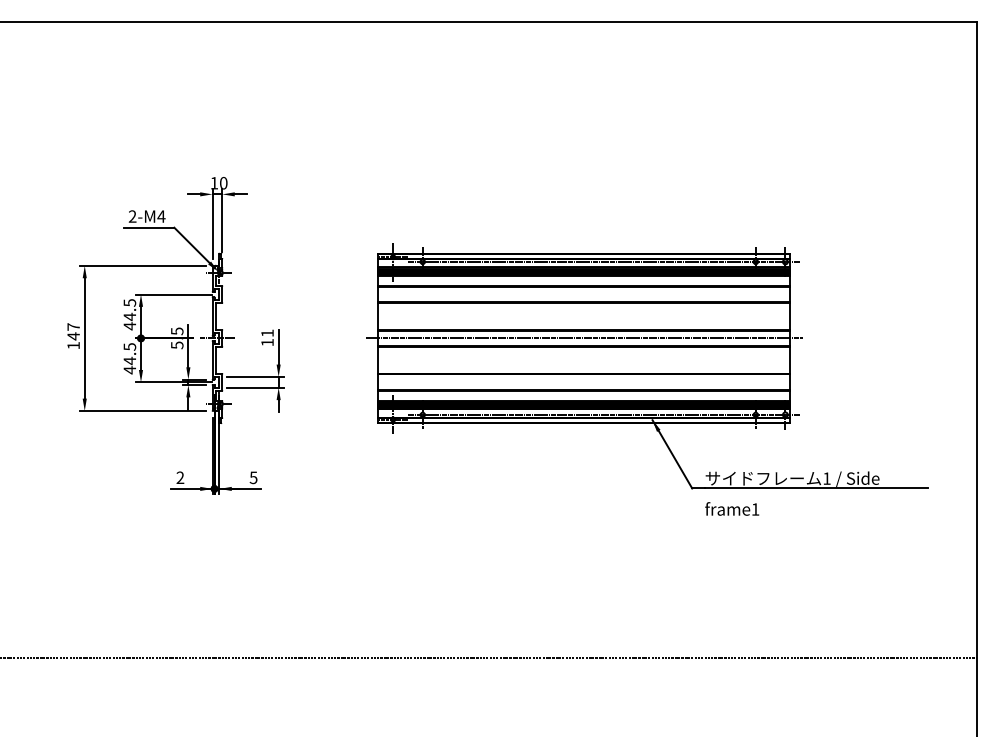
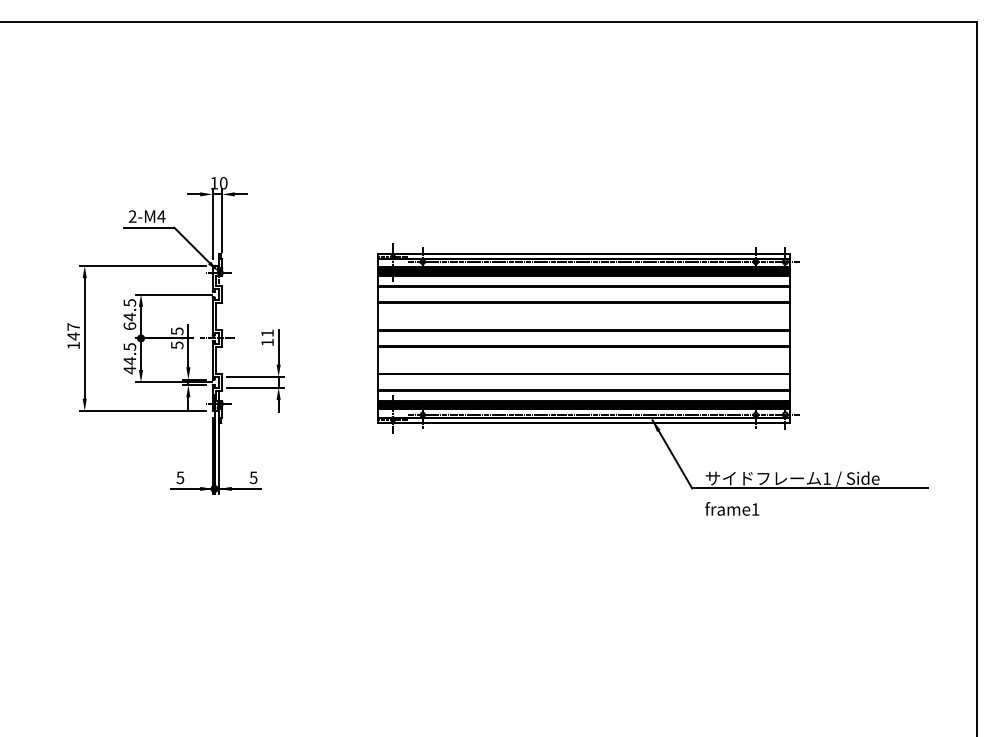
text at (129, 326): 44.5 -> 64.5
line at (584, 338): present -> none
text at (180, 477): 2 -> 5
line at (489, 658): present -> none
